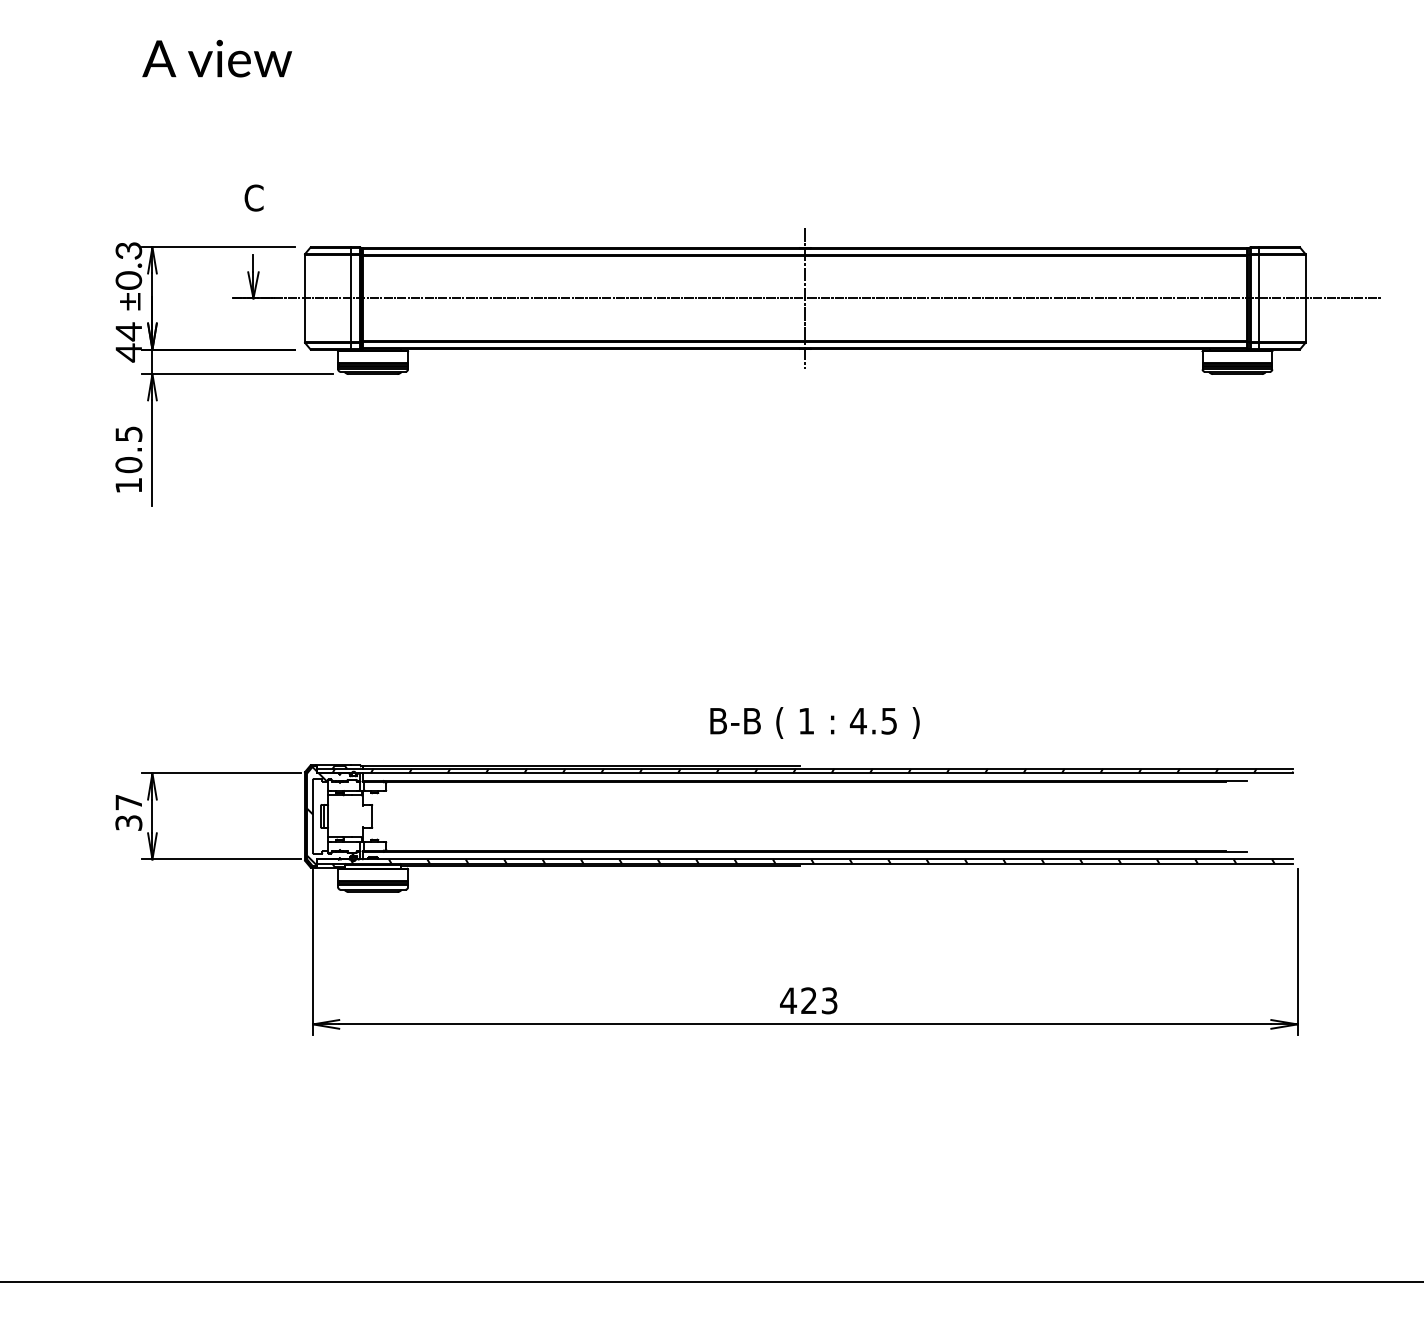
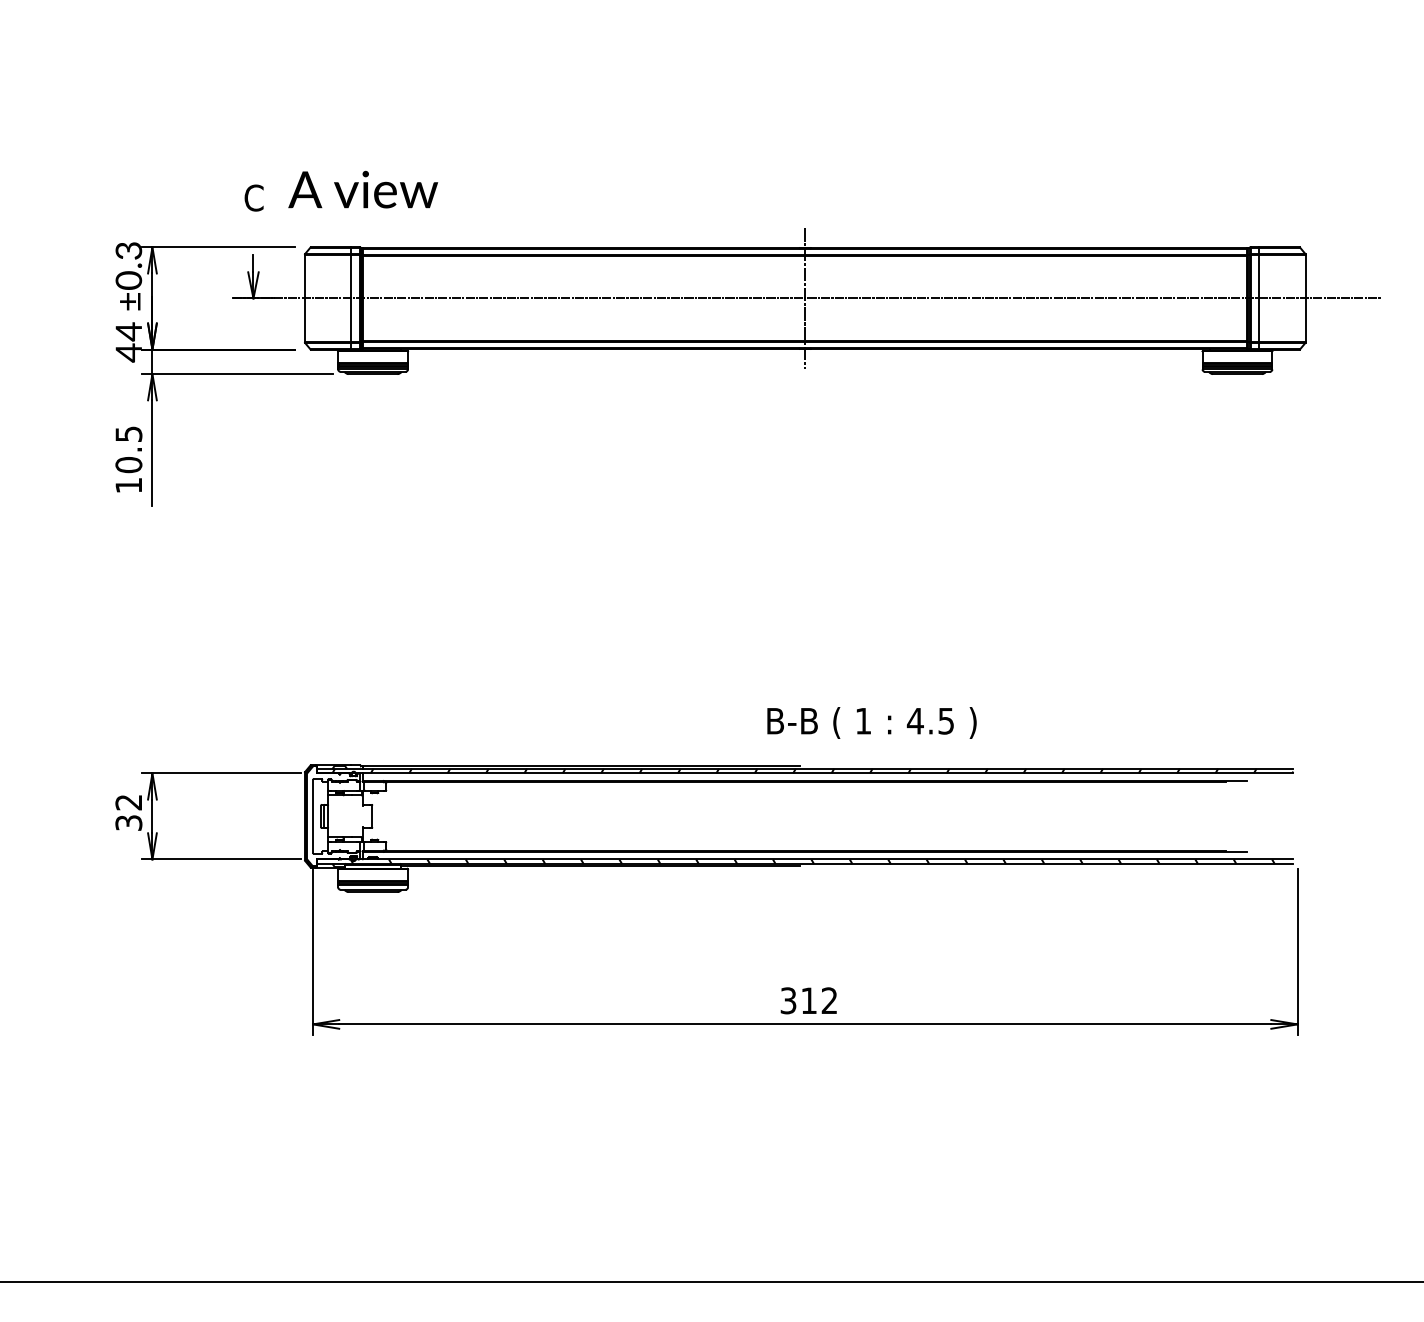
text at (217, 58) position: (217, 58) -> (363, 189)
text at (814, 722) position: (814, 722) -> (871, 722)
text at (128, 802): 37 -> 32
hatch at (330, 816): present -> none
text at (808, 1000): 423 -> 312
